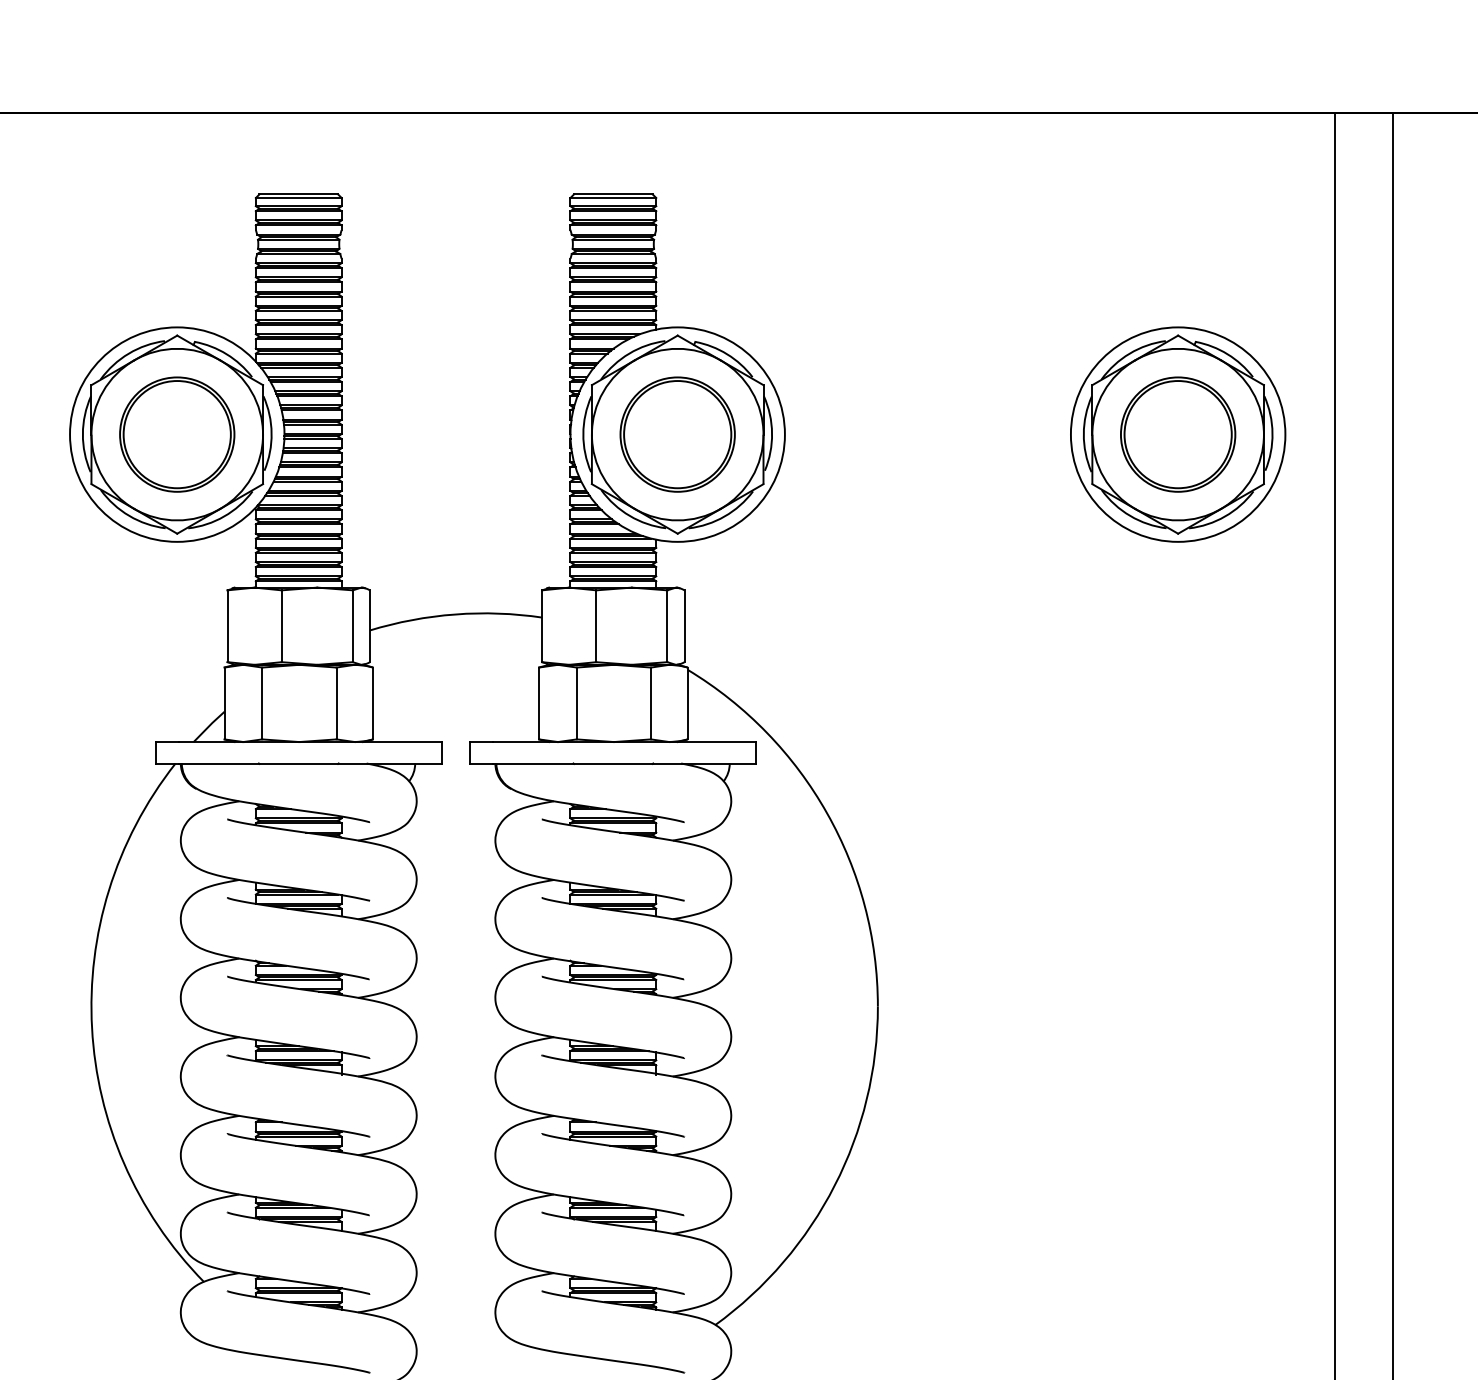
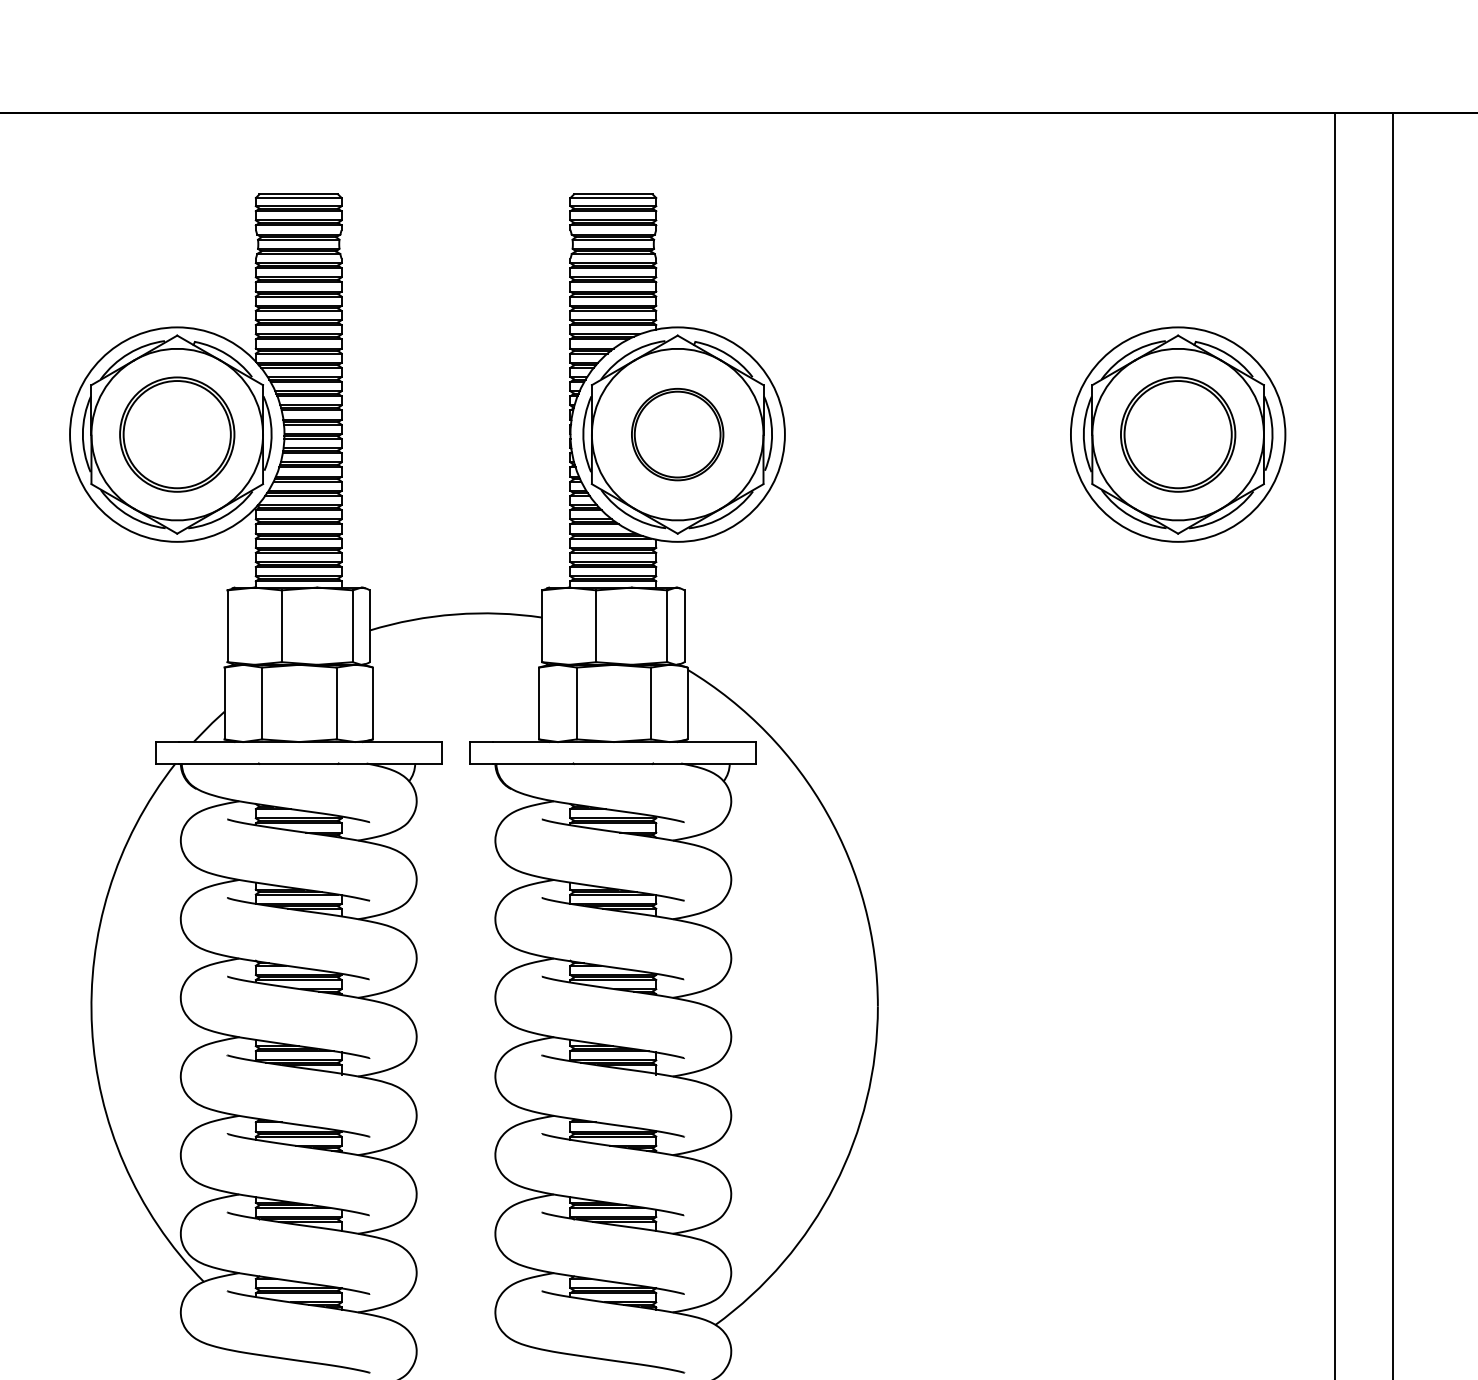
part at (677, 434) size: 117x117 px -> 94x94 px
